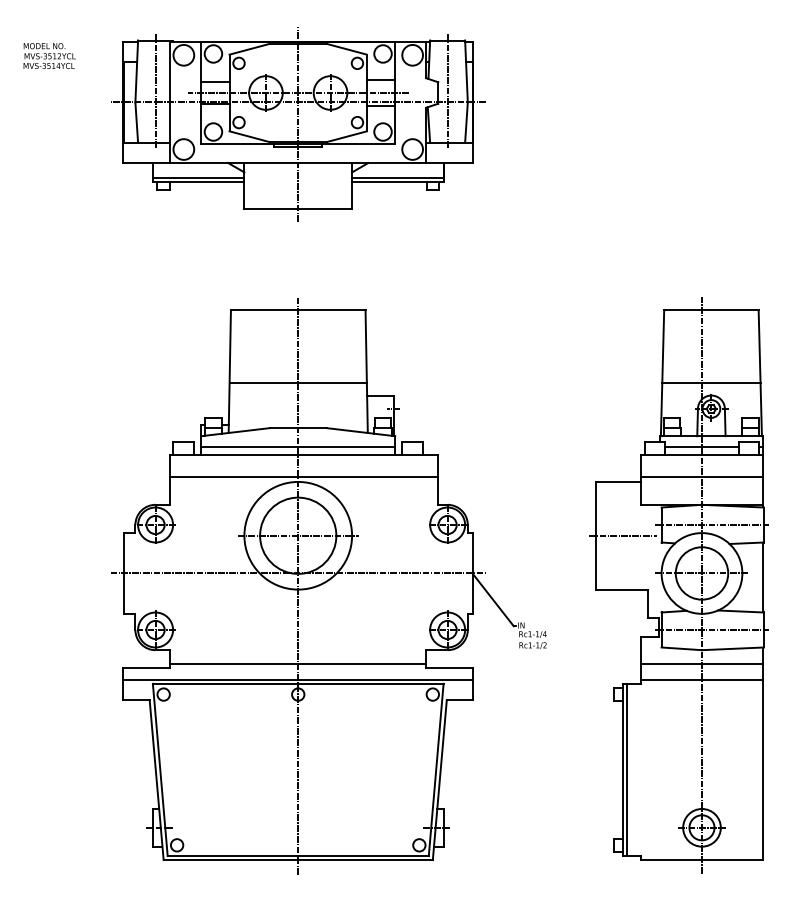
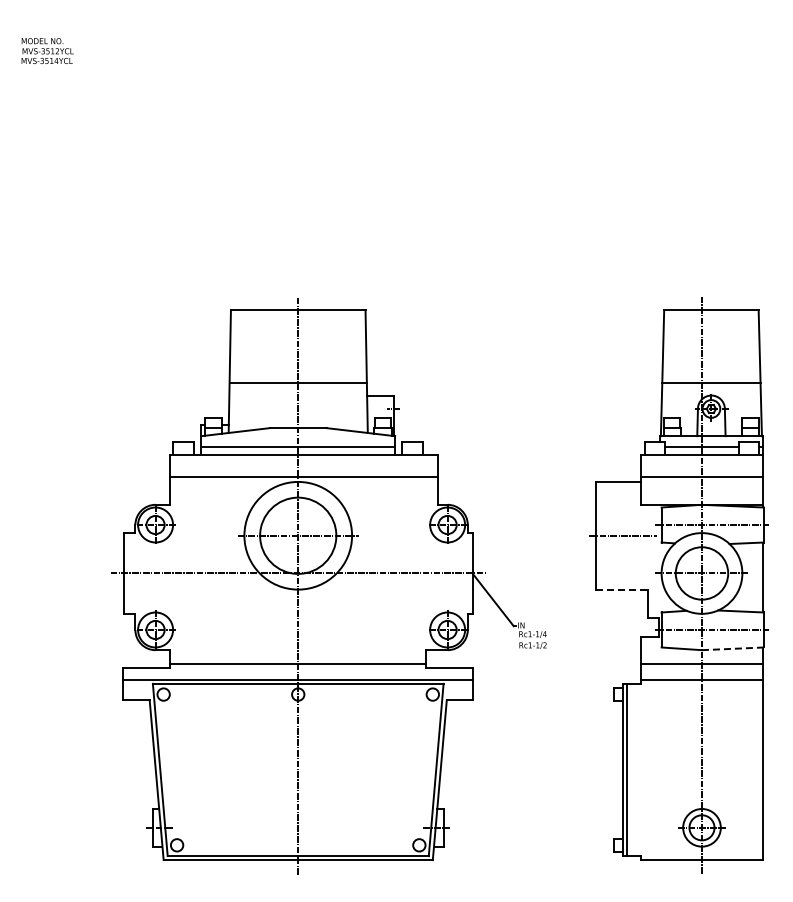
text at (49, 55) position: (49, 55) -> (47, 50)
part at (298, 124): present -> none
line at (622, 589): solid -> dashed
line at (732, 648): solid -> dashed
